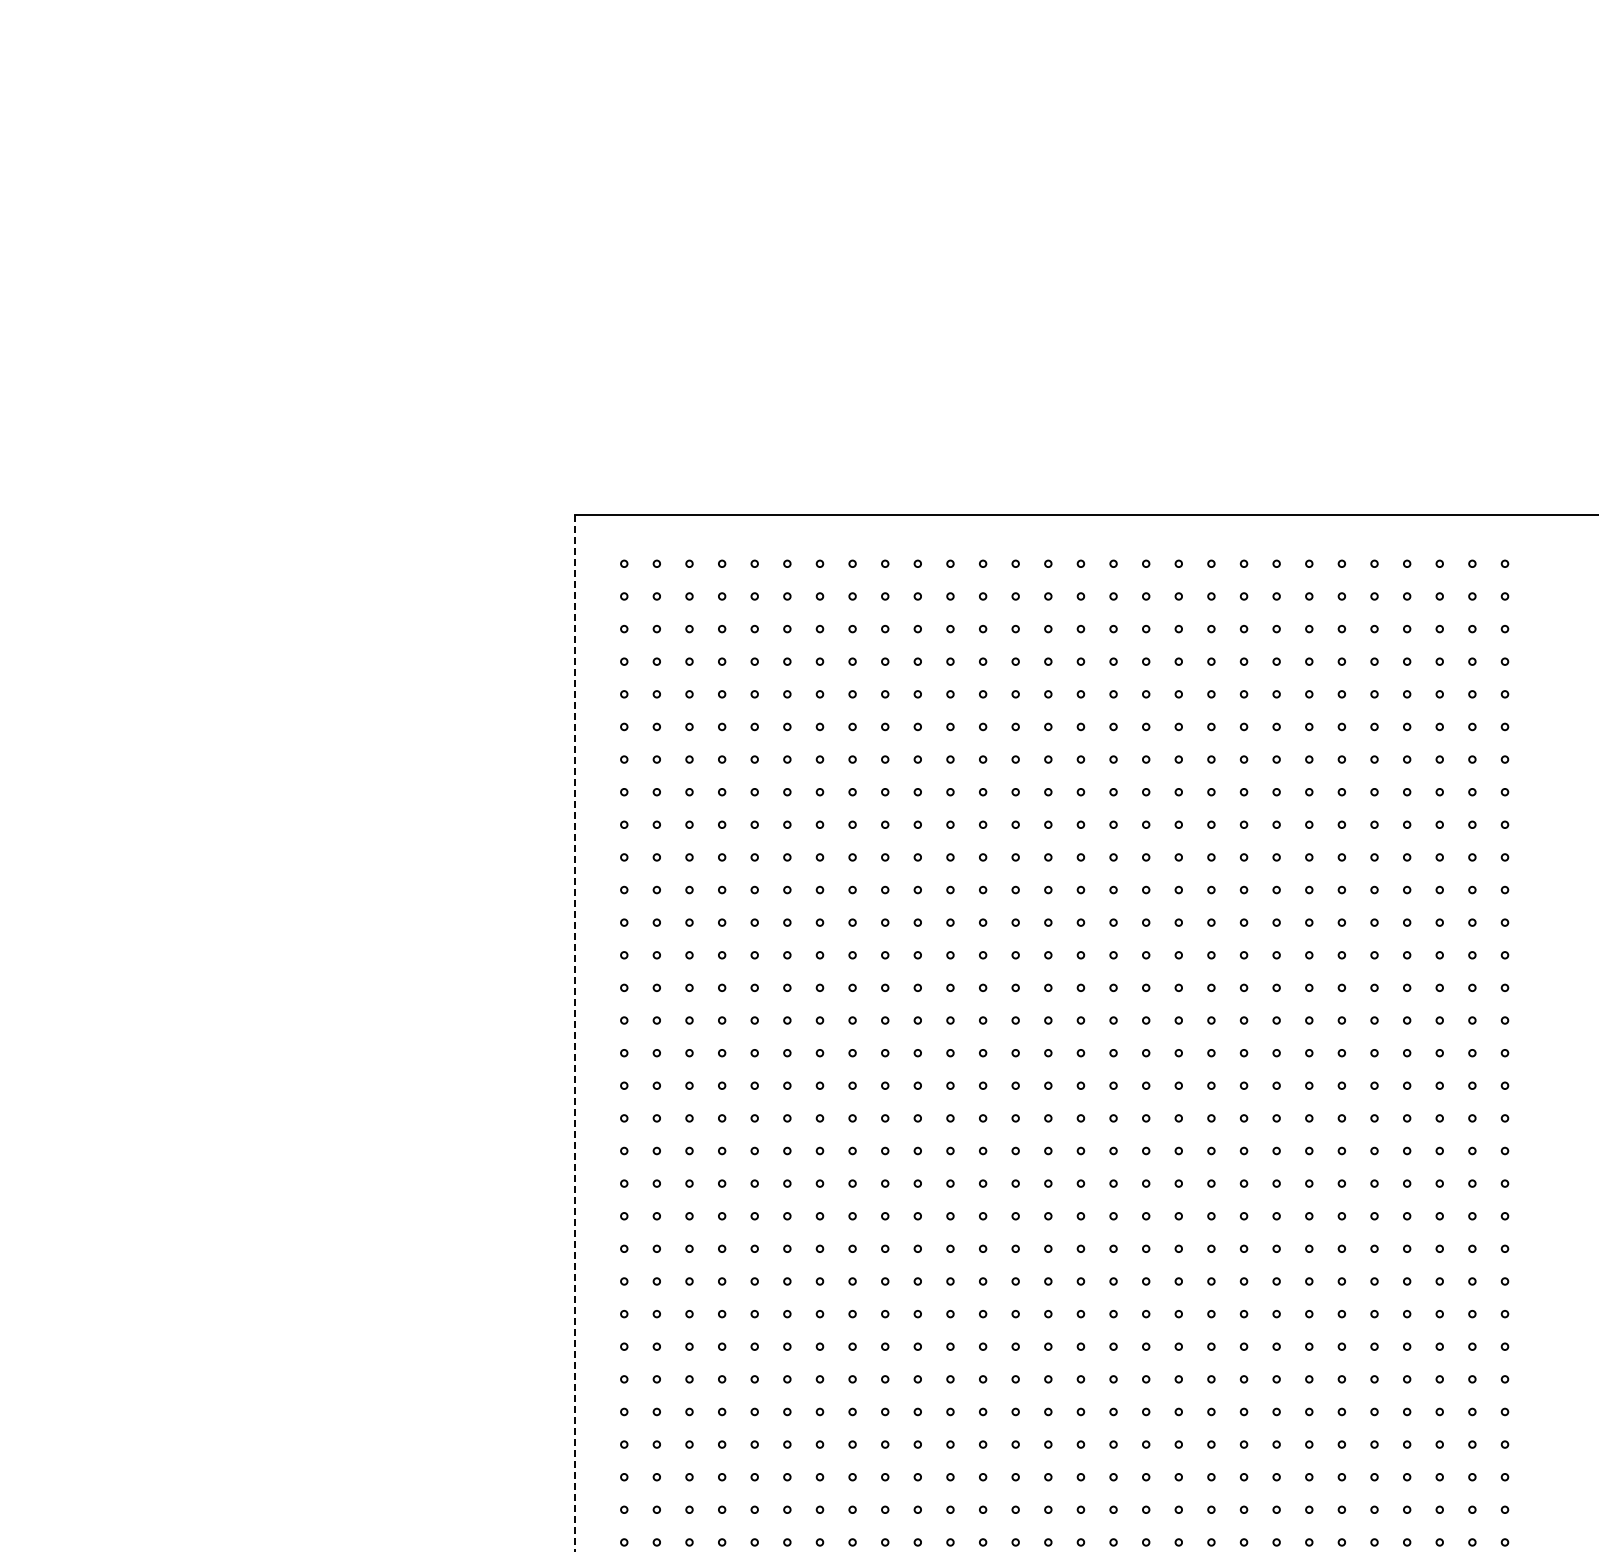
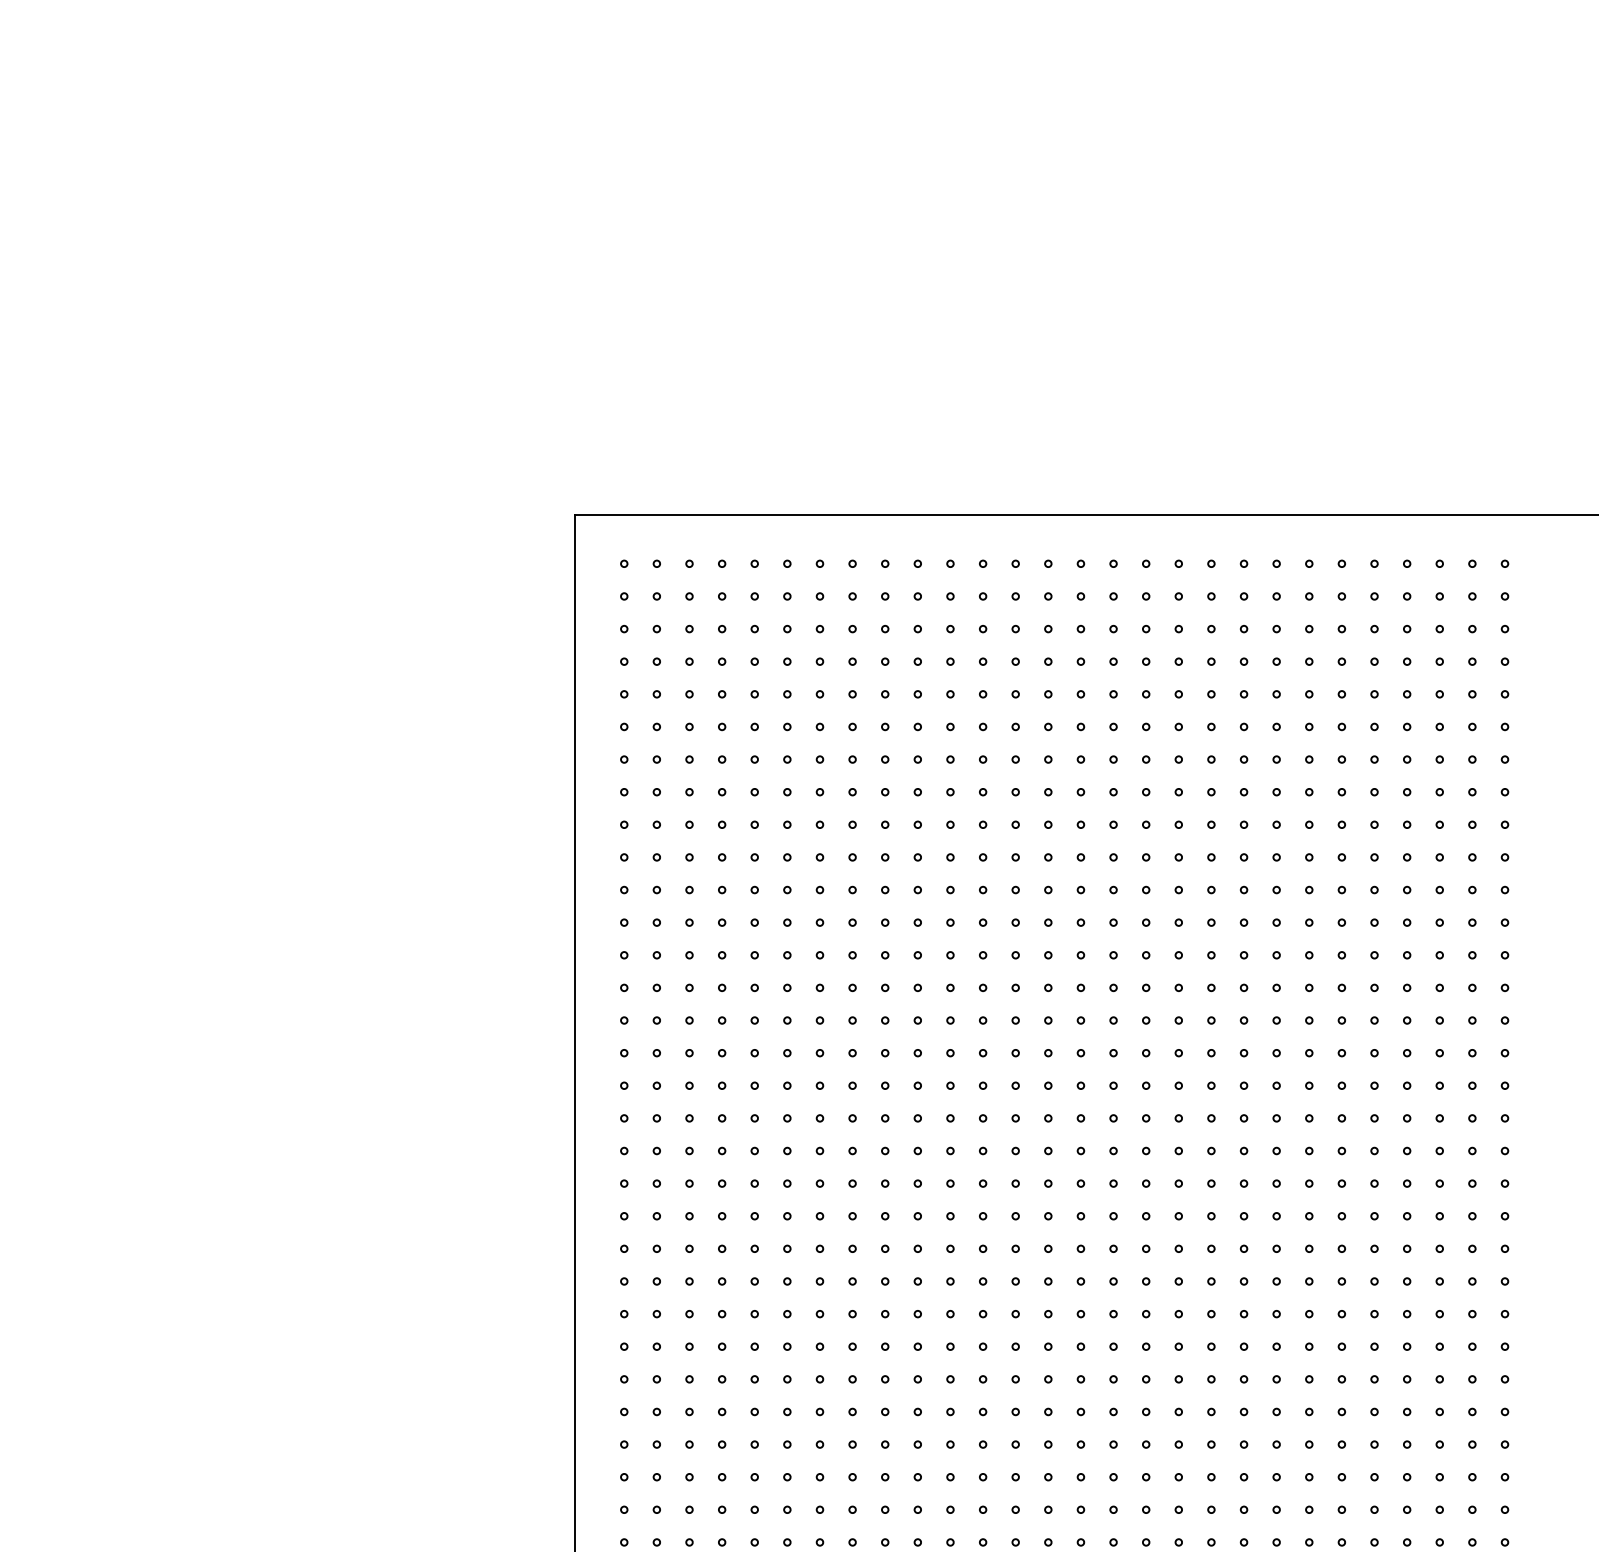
line at (575, 1033): dashed -> solid
